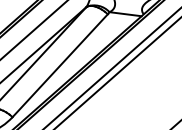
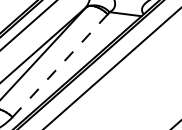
line at (33, 29) position: (33, 29) -> (28, 25)
line at (59, 66): solid -> dashed
line at (117, 73): present -> none
